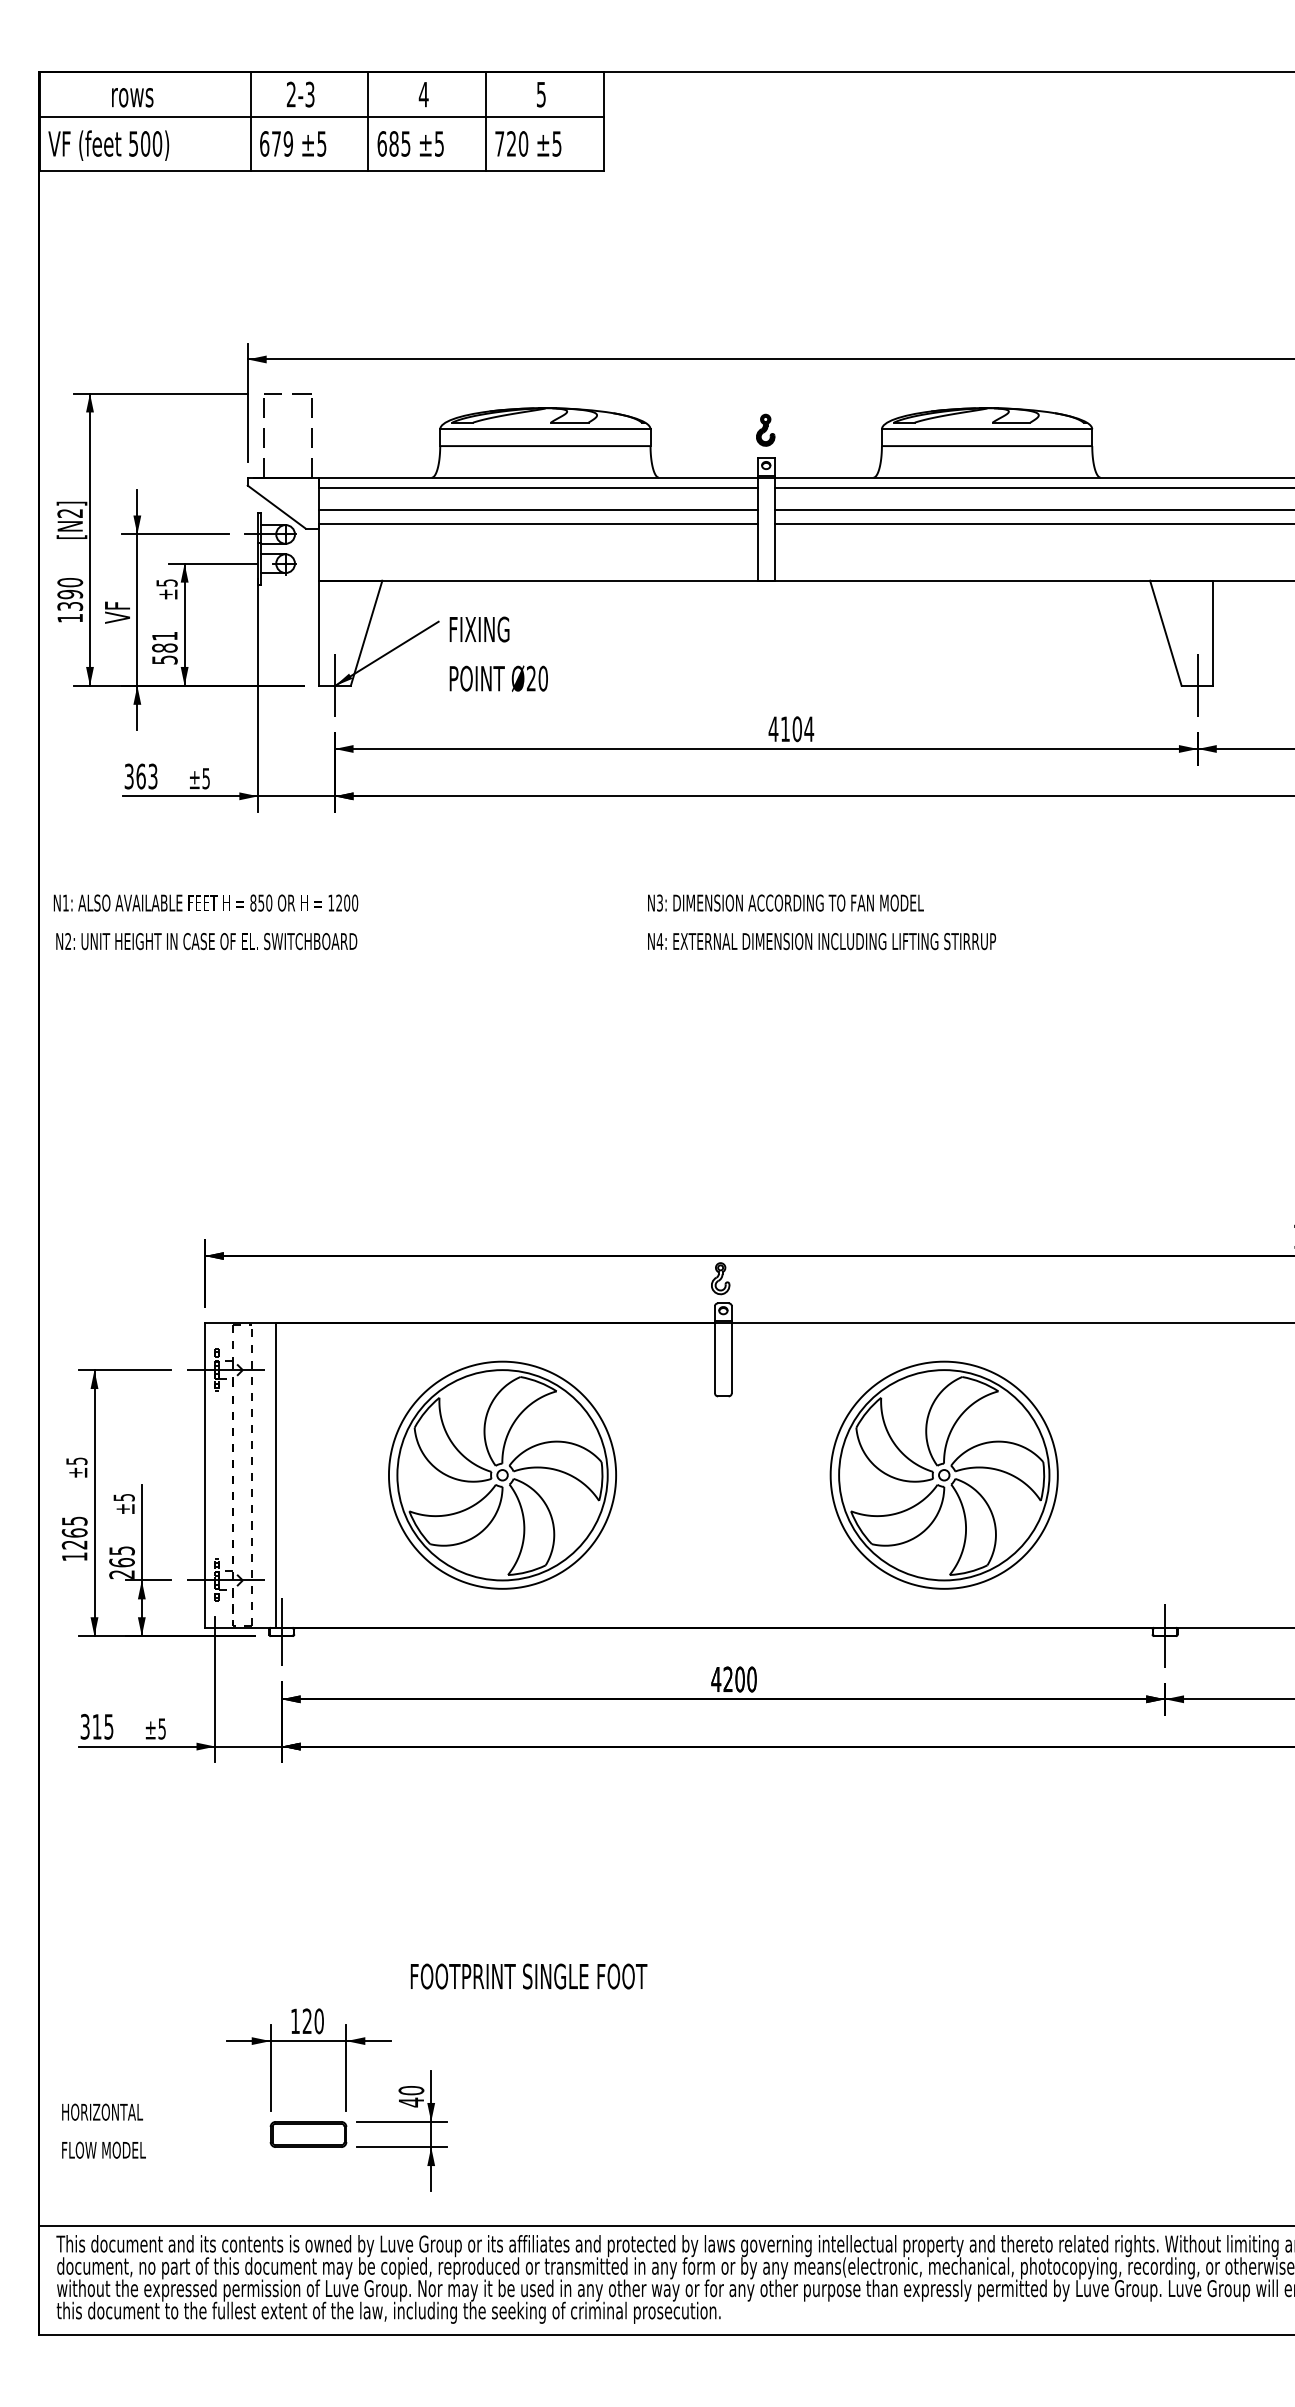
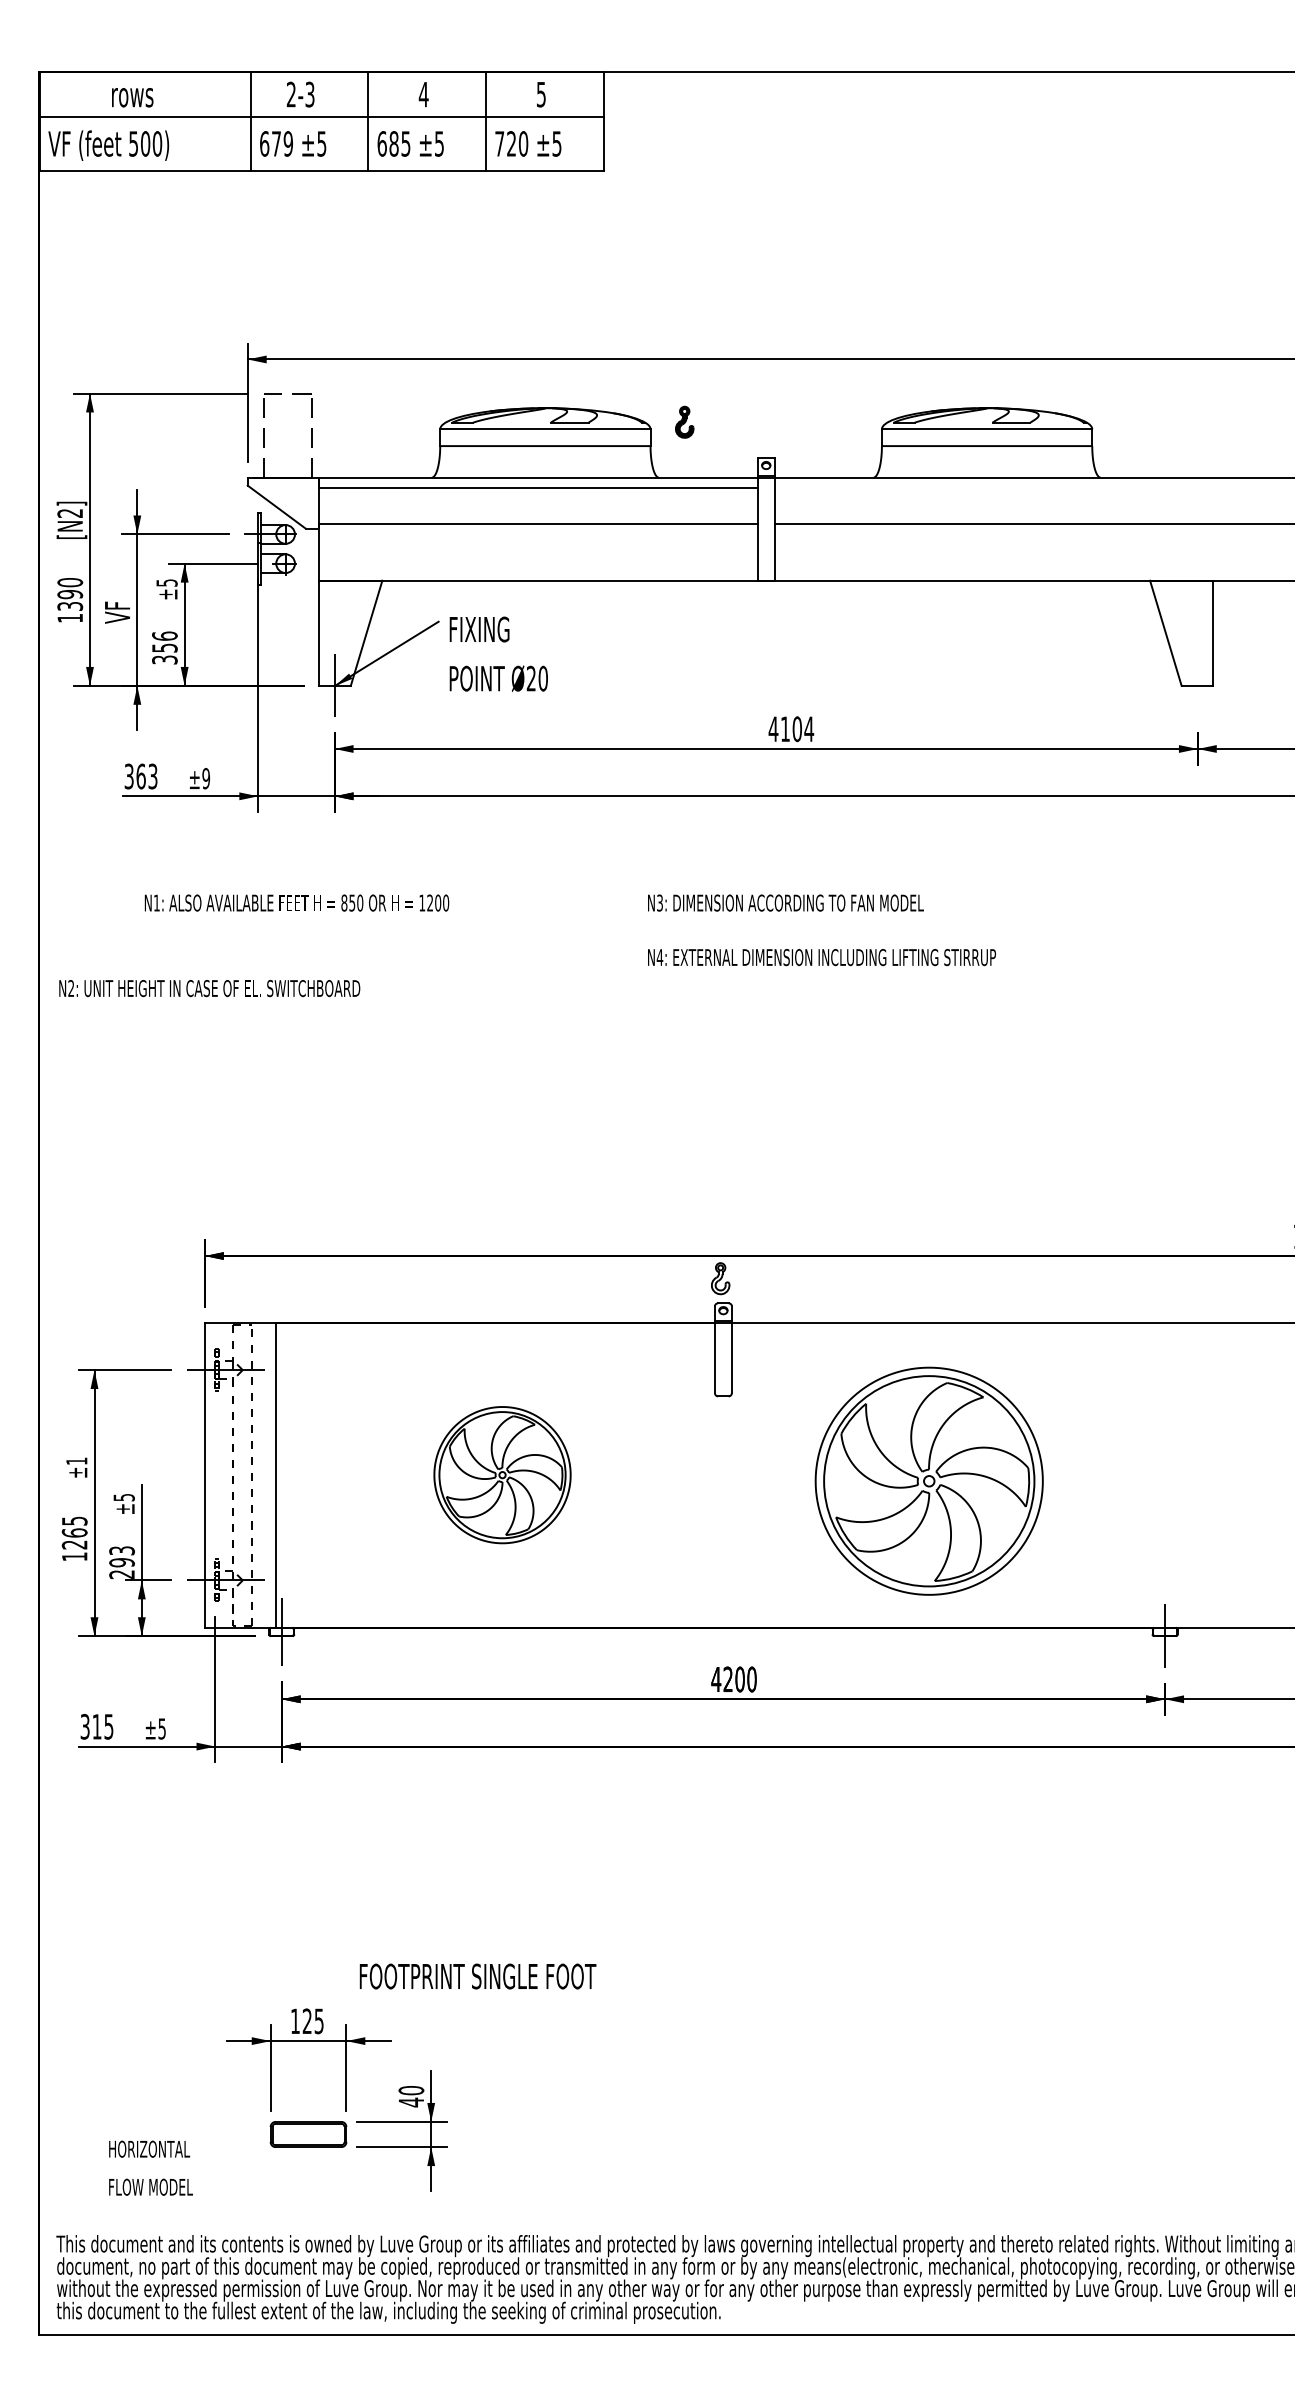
part at (765, 429) position: (765, 429) -> (684, 421)
line at (1032, 488): present -> none
line at (538, 509): present -> none
line at (1032, 509): present -> none
text at (164, 647): 581 -> 356
line at (1197, 685): present -> none
text at (206, 778): ±5 -> ±9
text at (205, 902) position: (205, 902) -> (296, 902)
text at (206, 941) position: (206, 941) -> (209, 988)
text at (821, 941) position: (821, 941) -> (821, 957)
text at (76, 1460): ±5 -> ±1
part at (502, 1474) size: 229x230 px -> 139x139 px
part at (943, 1474) position: (943, 1474) -> (928, 1480)
text at (121, 1556): 265 -> 293
text at (528, 1976) position: (528, 1976) -> (477, 1976)
text at (318, 2021): 120 -> 125
text at (103, 2130) position: (103, 2130) -> (150, 2167)
line at (664, 2226): present -> none
